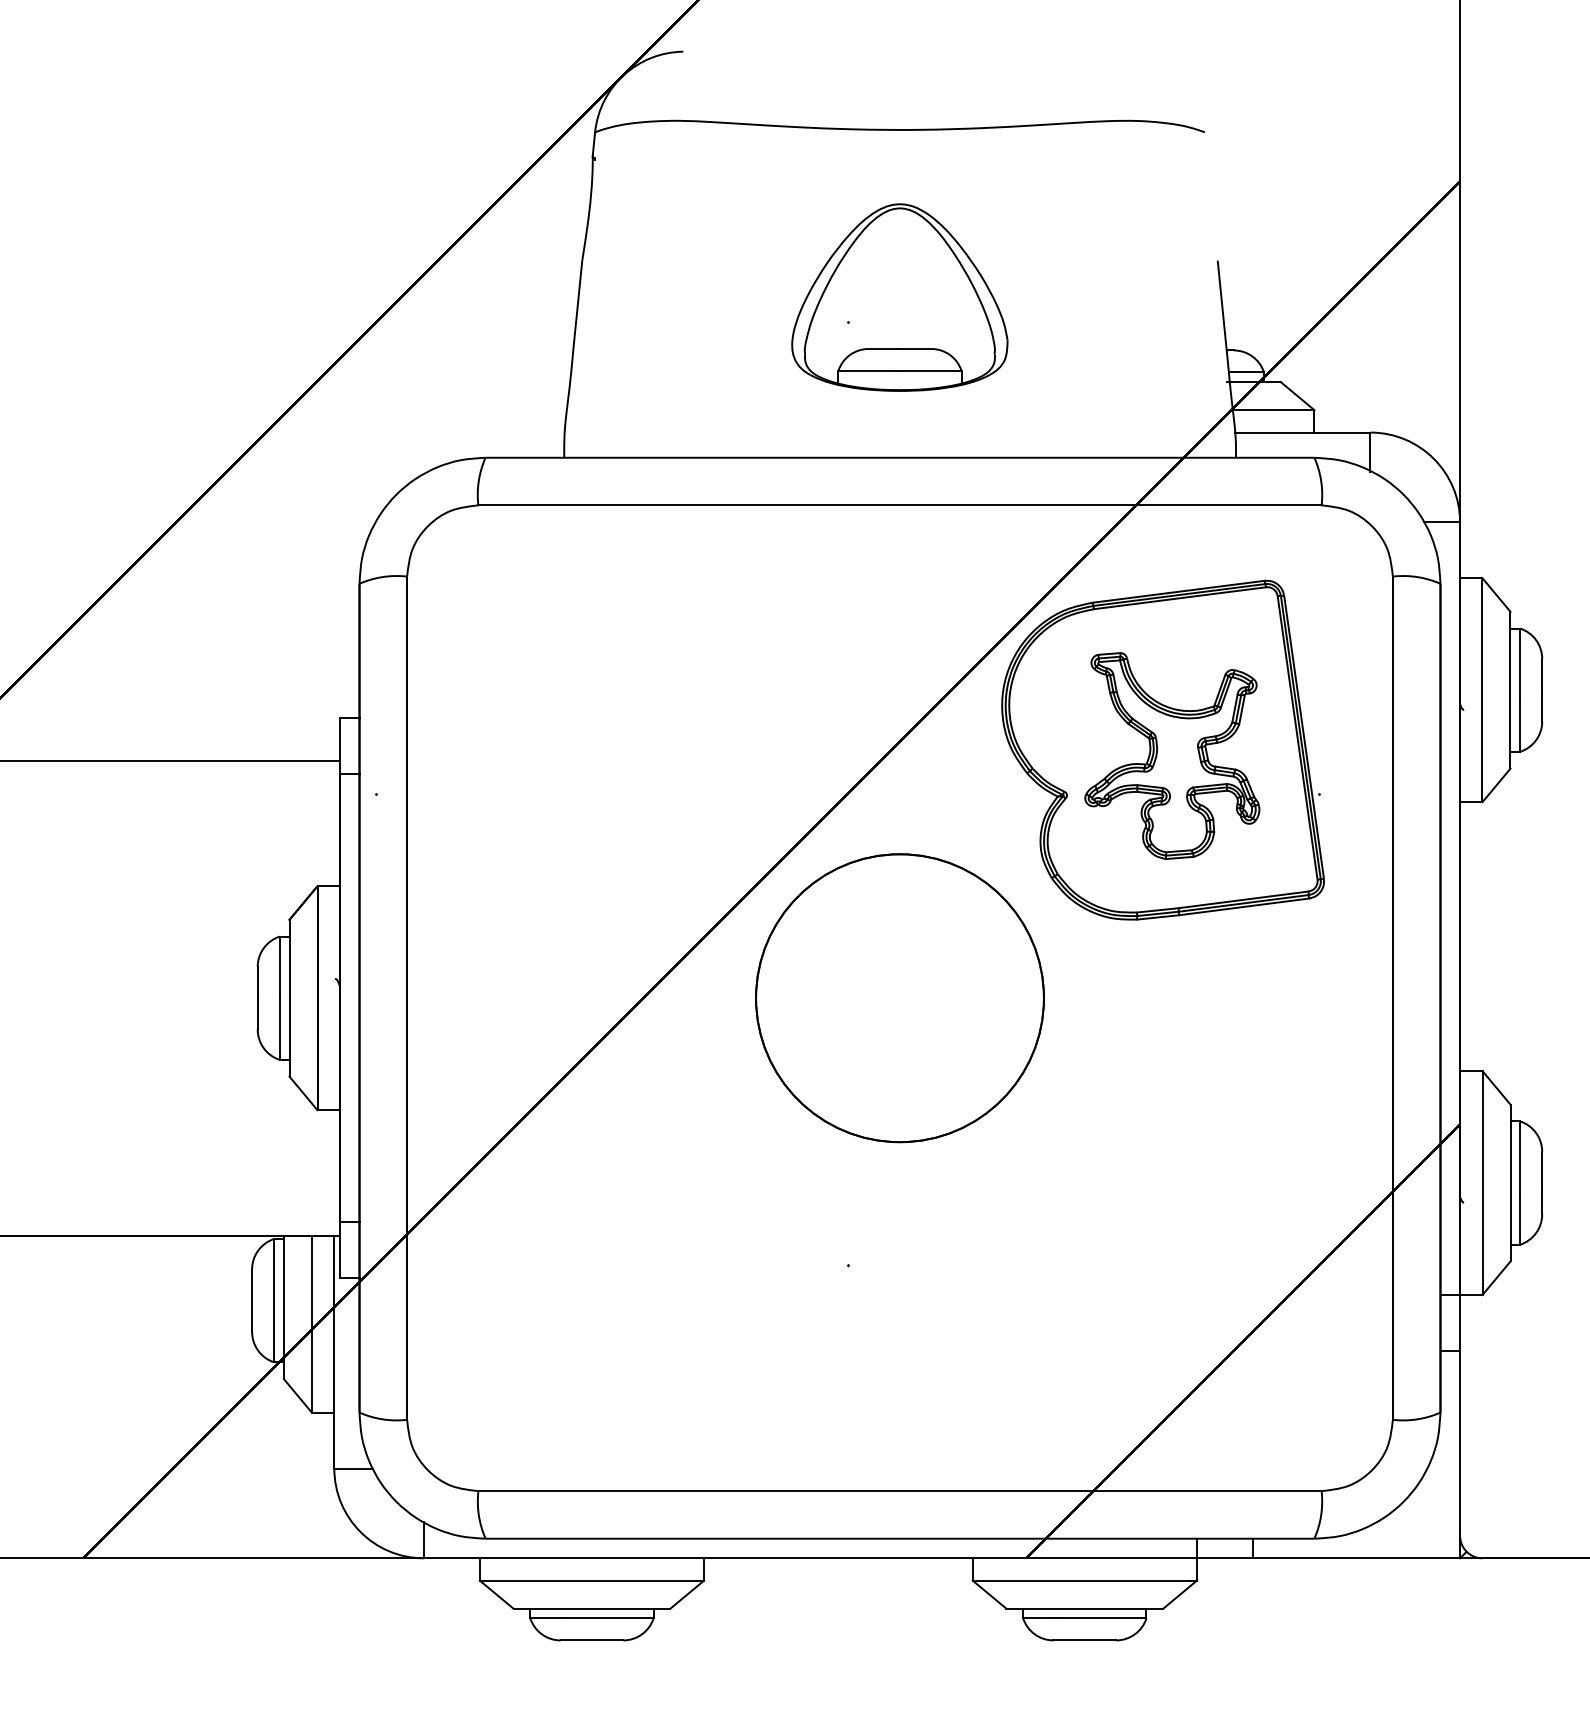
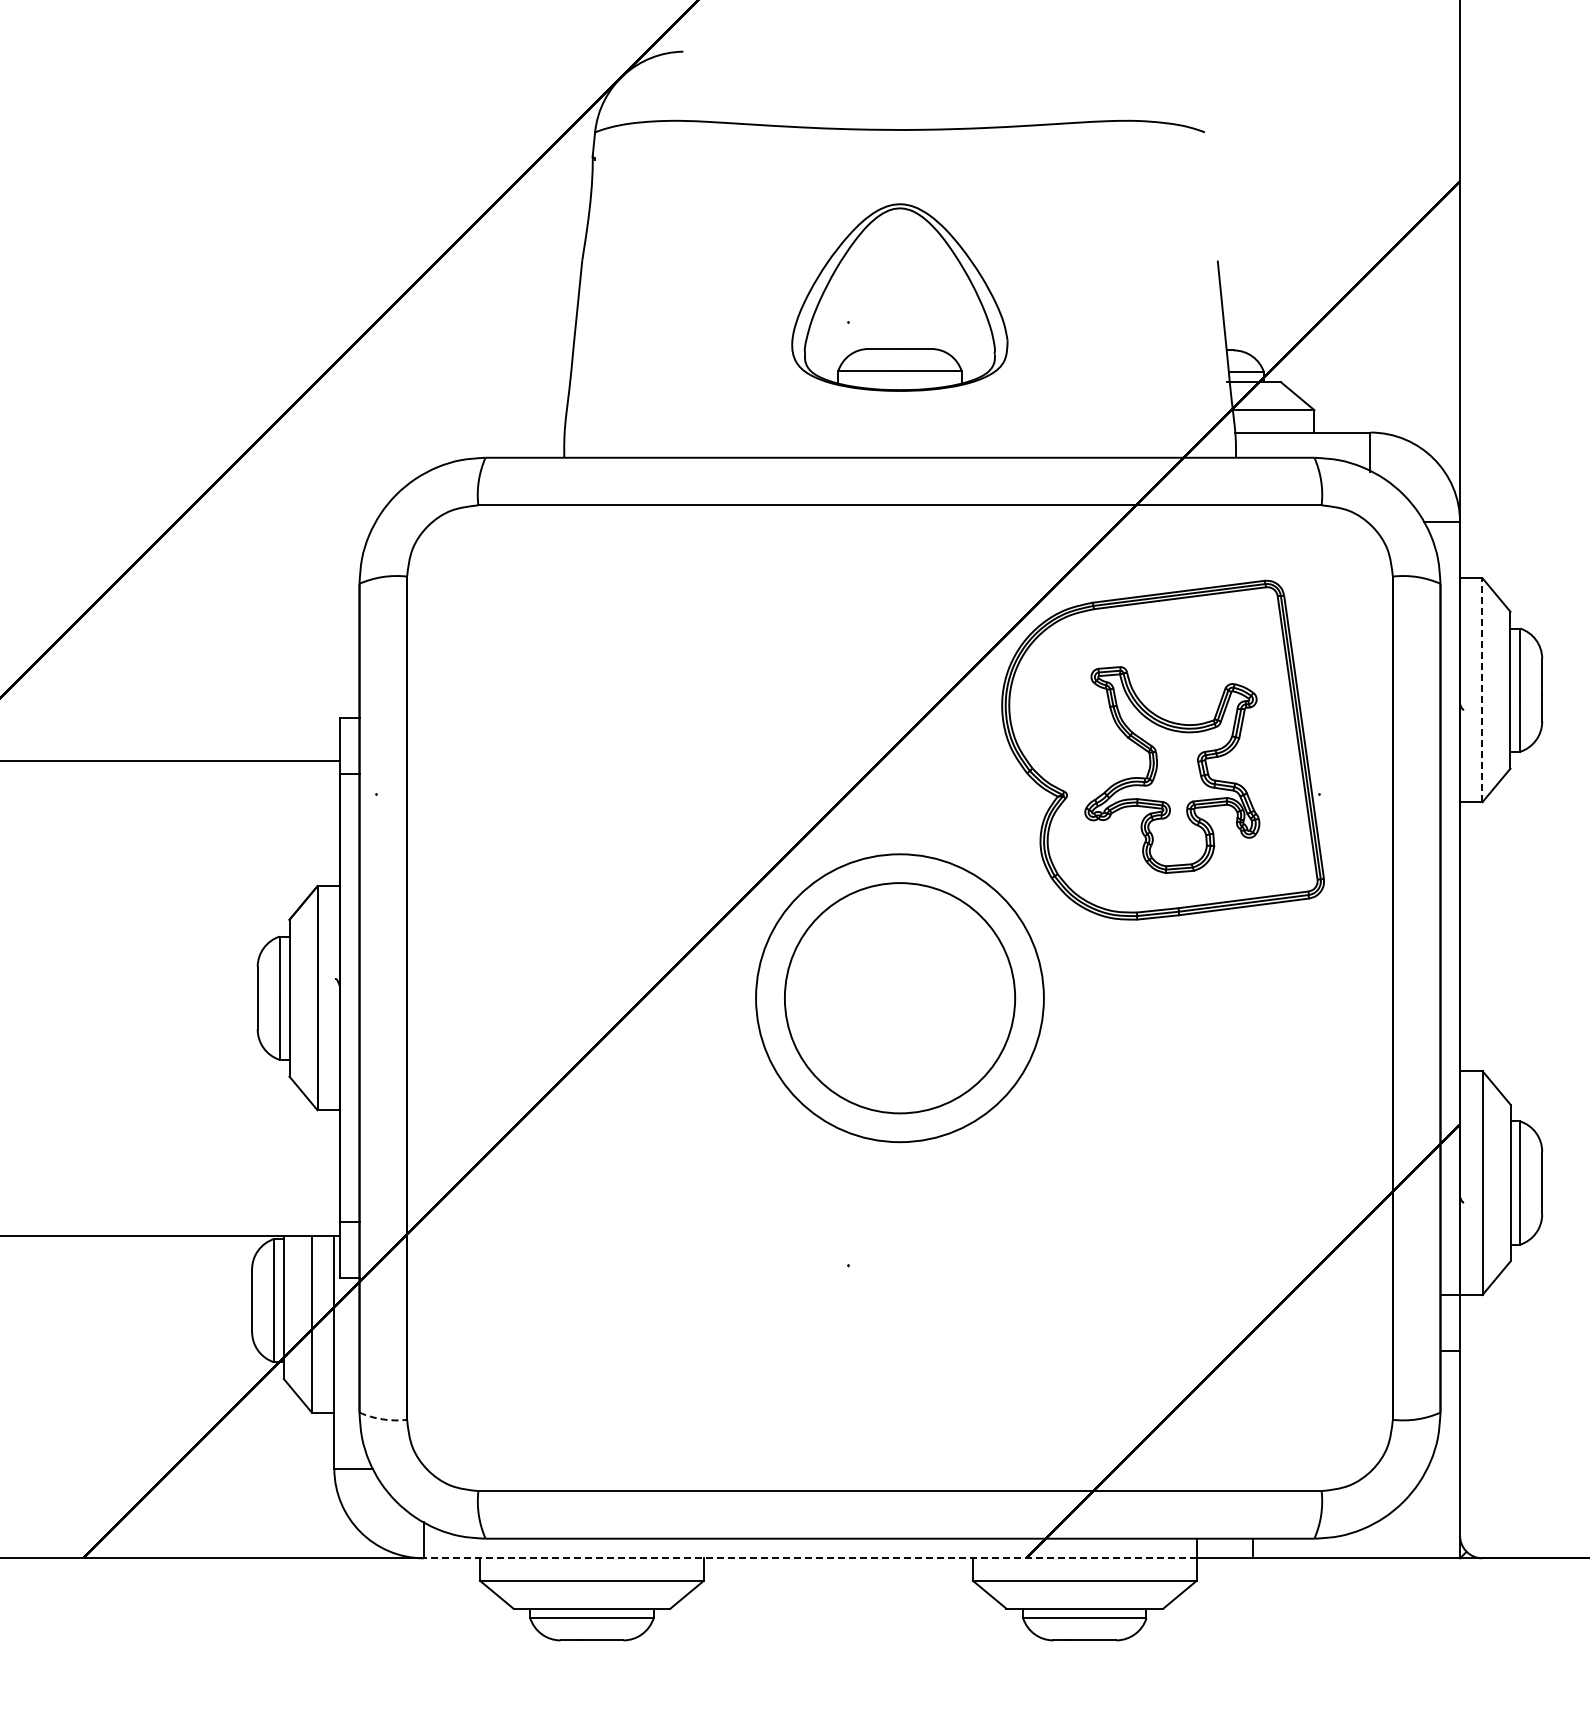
line at (1482, 689): solid -> dashed
part at (1172, 755) position: (1172, 755) -> (1172, 769)
circle at (899, 998) diameter: 288 px -> 230 px
arc at (382, 1419): solid -> dashed
line at (809, 1558): solid -> dashed
